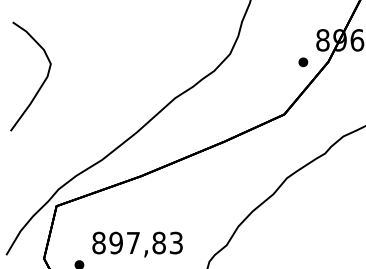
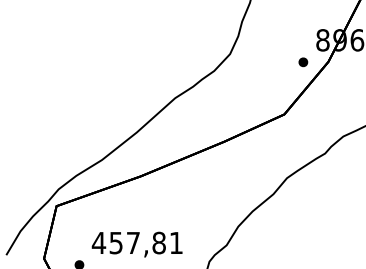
curve at (42, 82): present -> none
text at (136, 242): 897,83 -> 457,81
